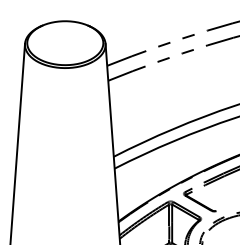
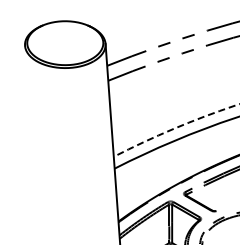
arc at (175, 128): solid -> dashed
line at (17, 142): present -> none
